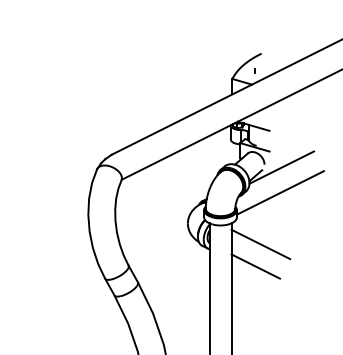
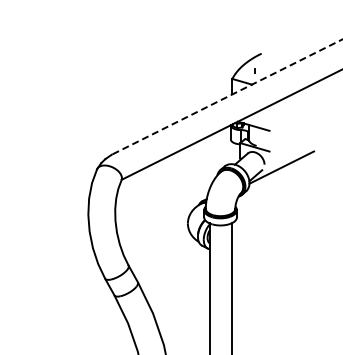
line at (226, 97): solid -> dashed
line at (279, 192): present -> none
line at (260, 244): present -> none
line at (255, 266): present -> none
